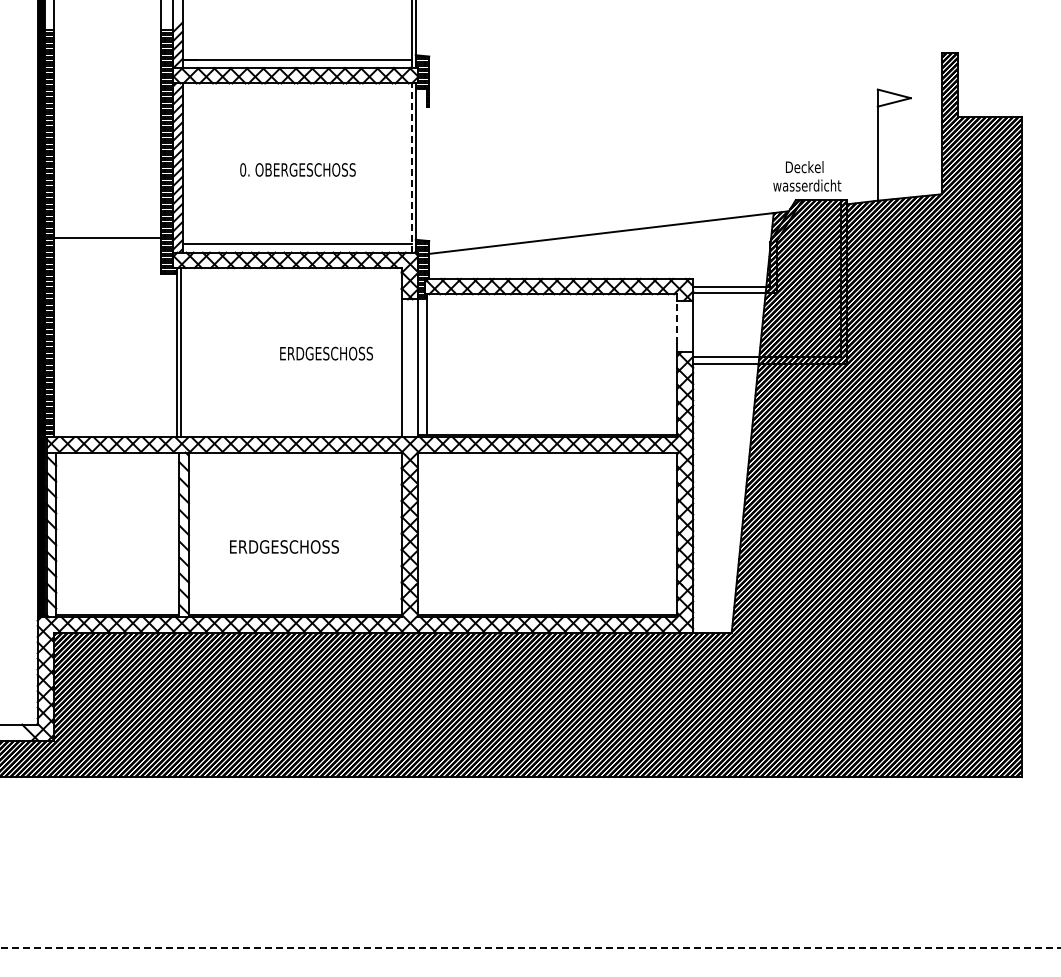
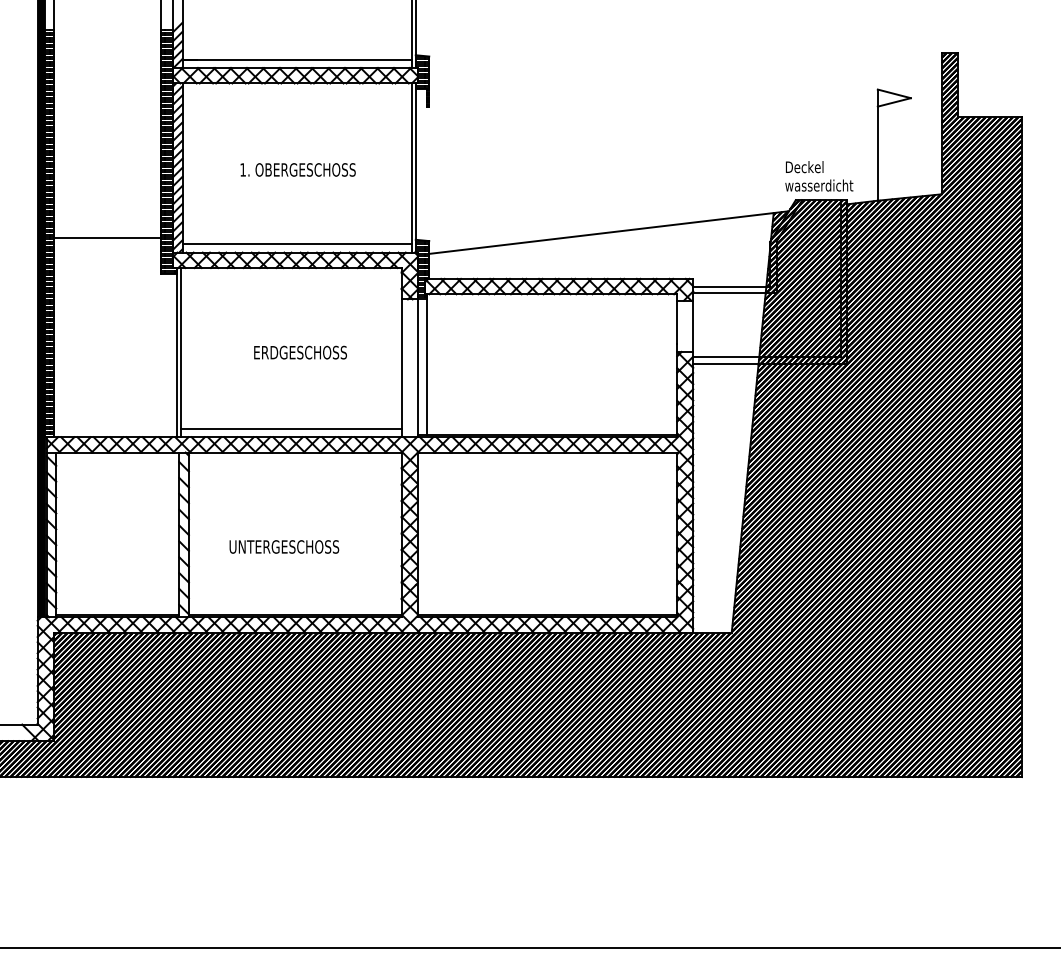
line at (411, 168): dashed -> solid
text at (243, 169): 0. -> 1.
text at (807, 185) position: (807, 185) -> (819, 185)
line at (677, 322): dashed -> solid
text at (326, 353) position: (326, 353) -> (300, 352)
line at (290, 428): none -> present
text at (284, 546): ERDGESCHOSS -> UNTERGESCHOSS
line at (530, 947): dashed -> solid
